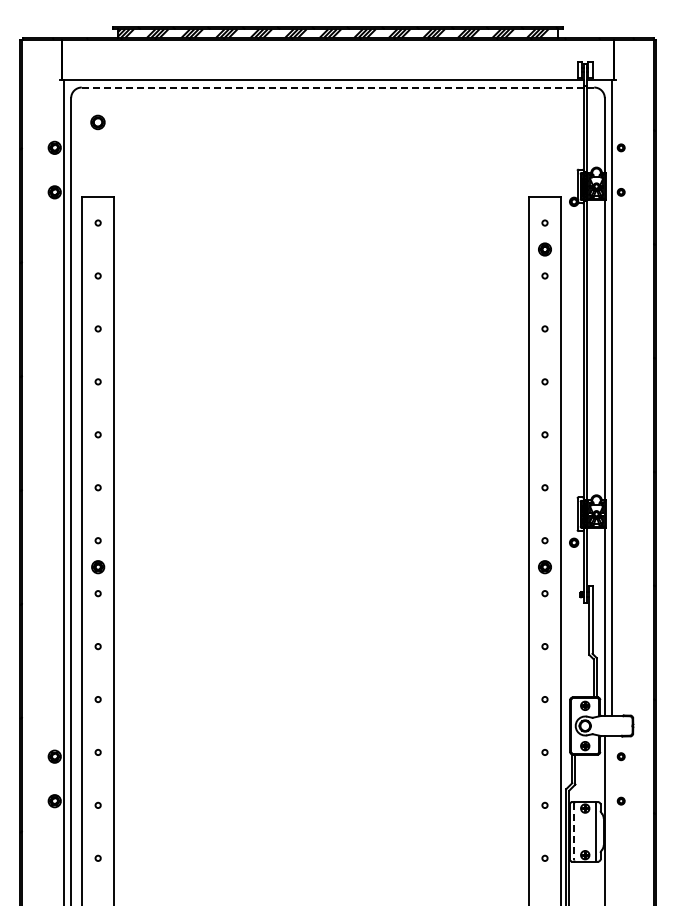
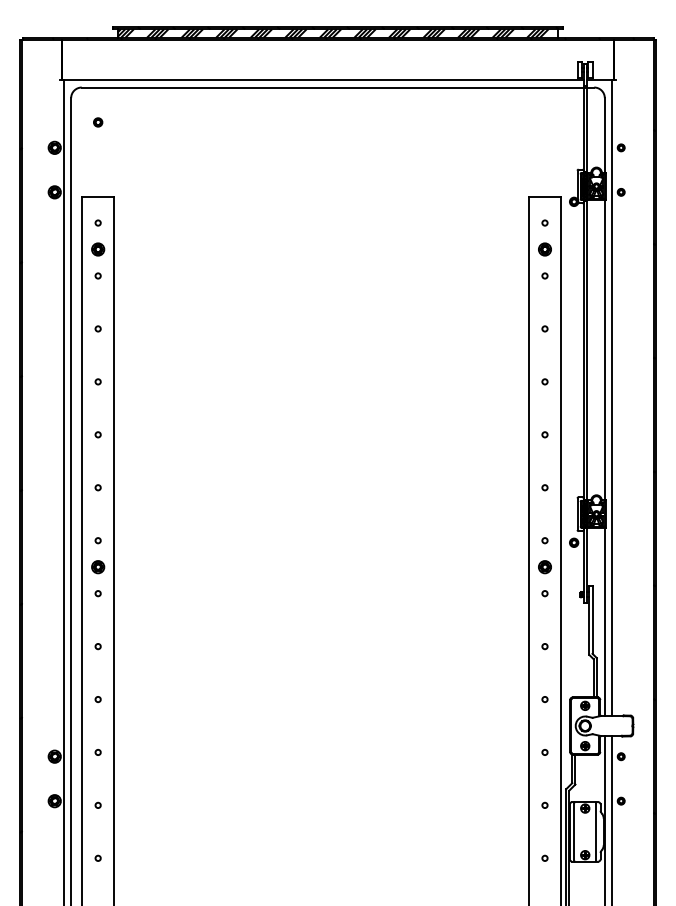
line at (338, 87): dashed -> solid
part at (97, 122) size: 16x17 px -> 11x11 px
part at (98, 249): none -> present
line at (612, 819): none -> present
line at (574, 831): dashed -> solid
